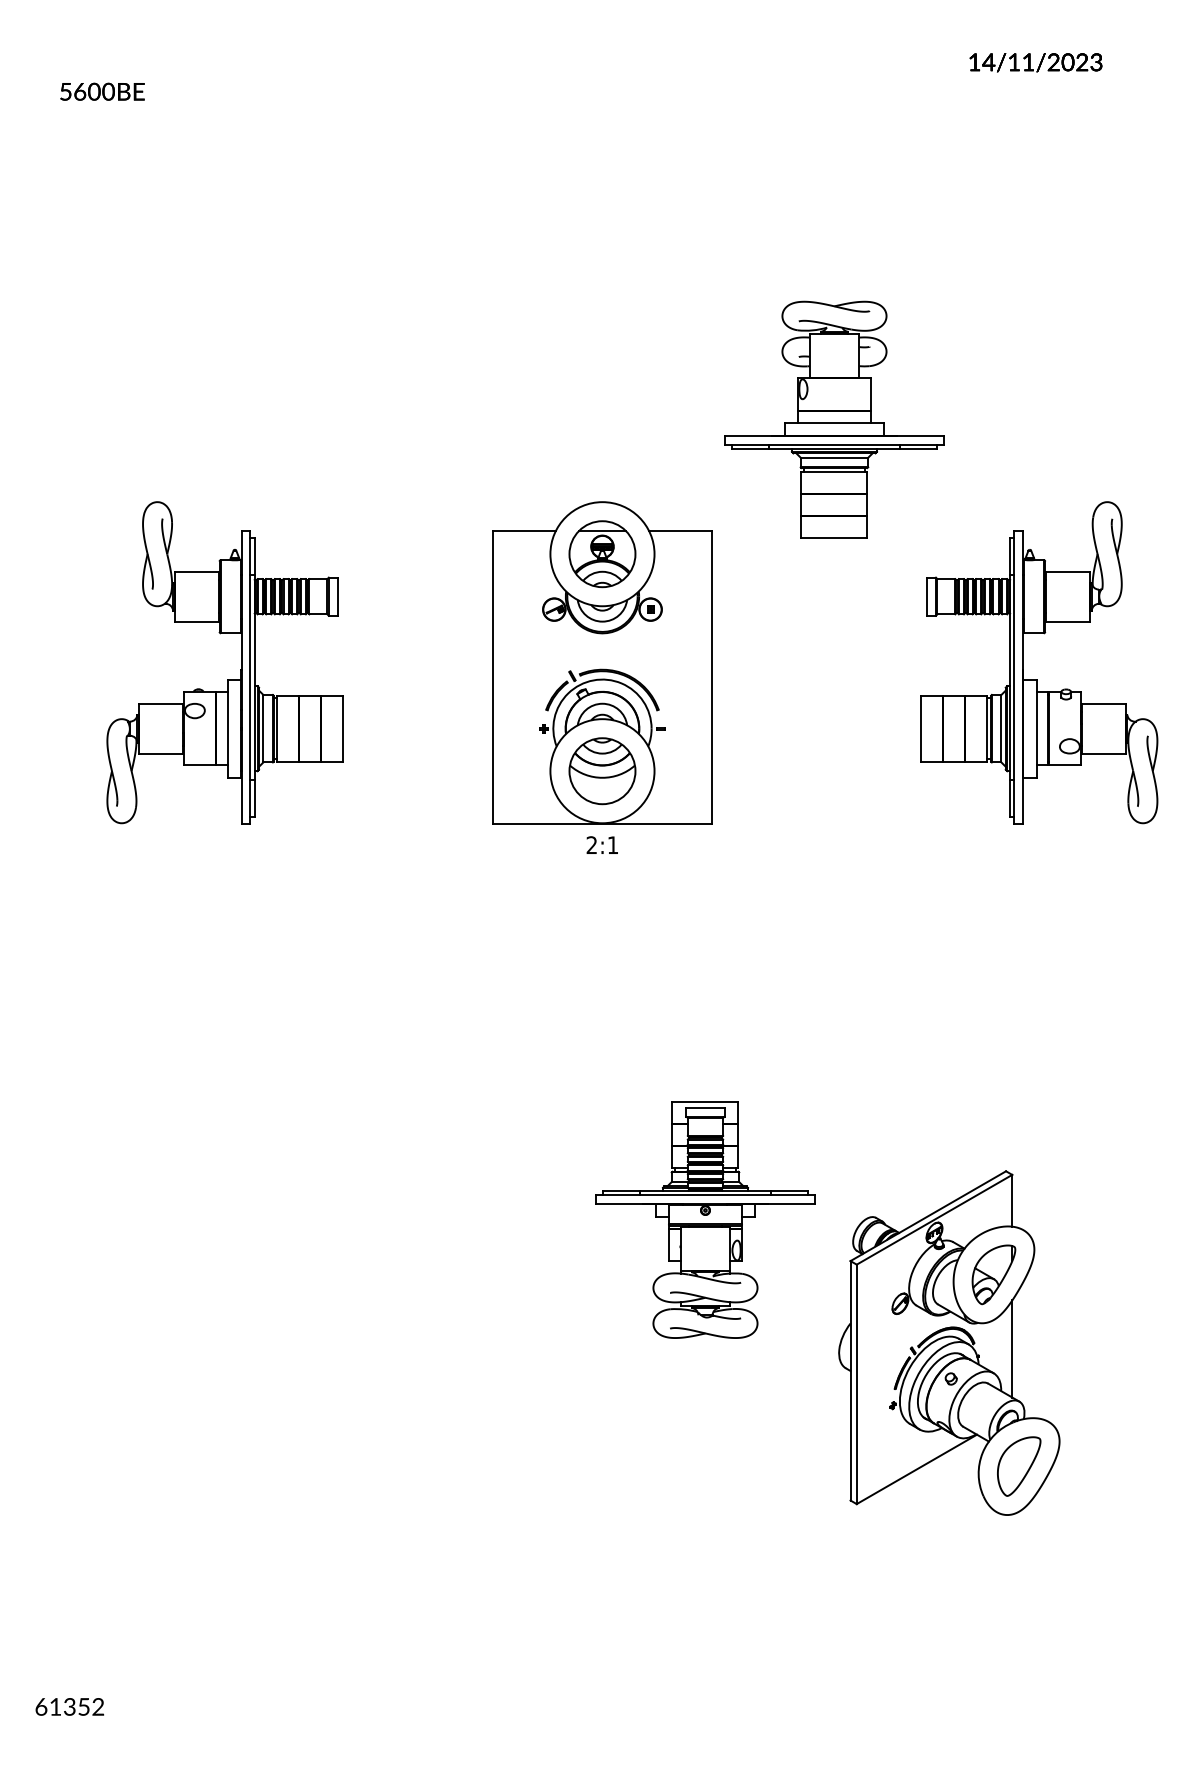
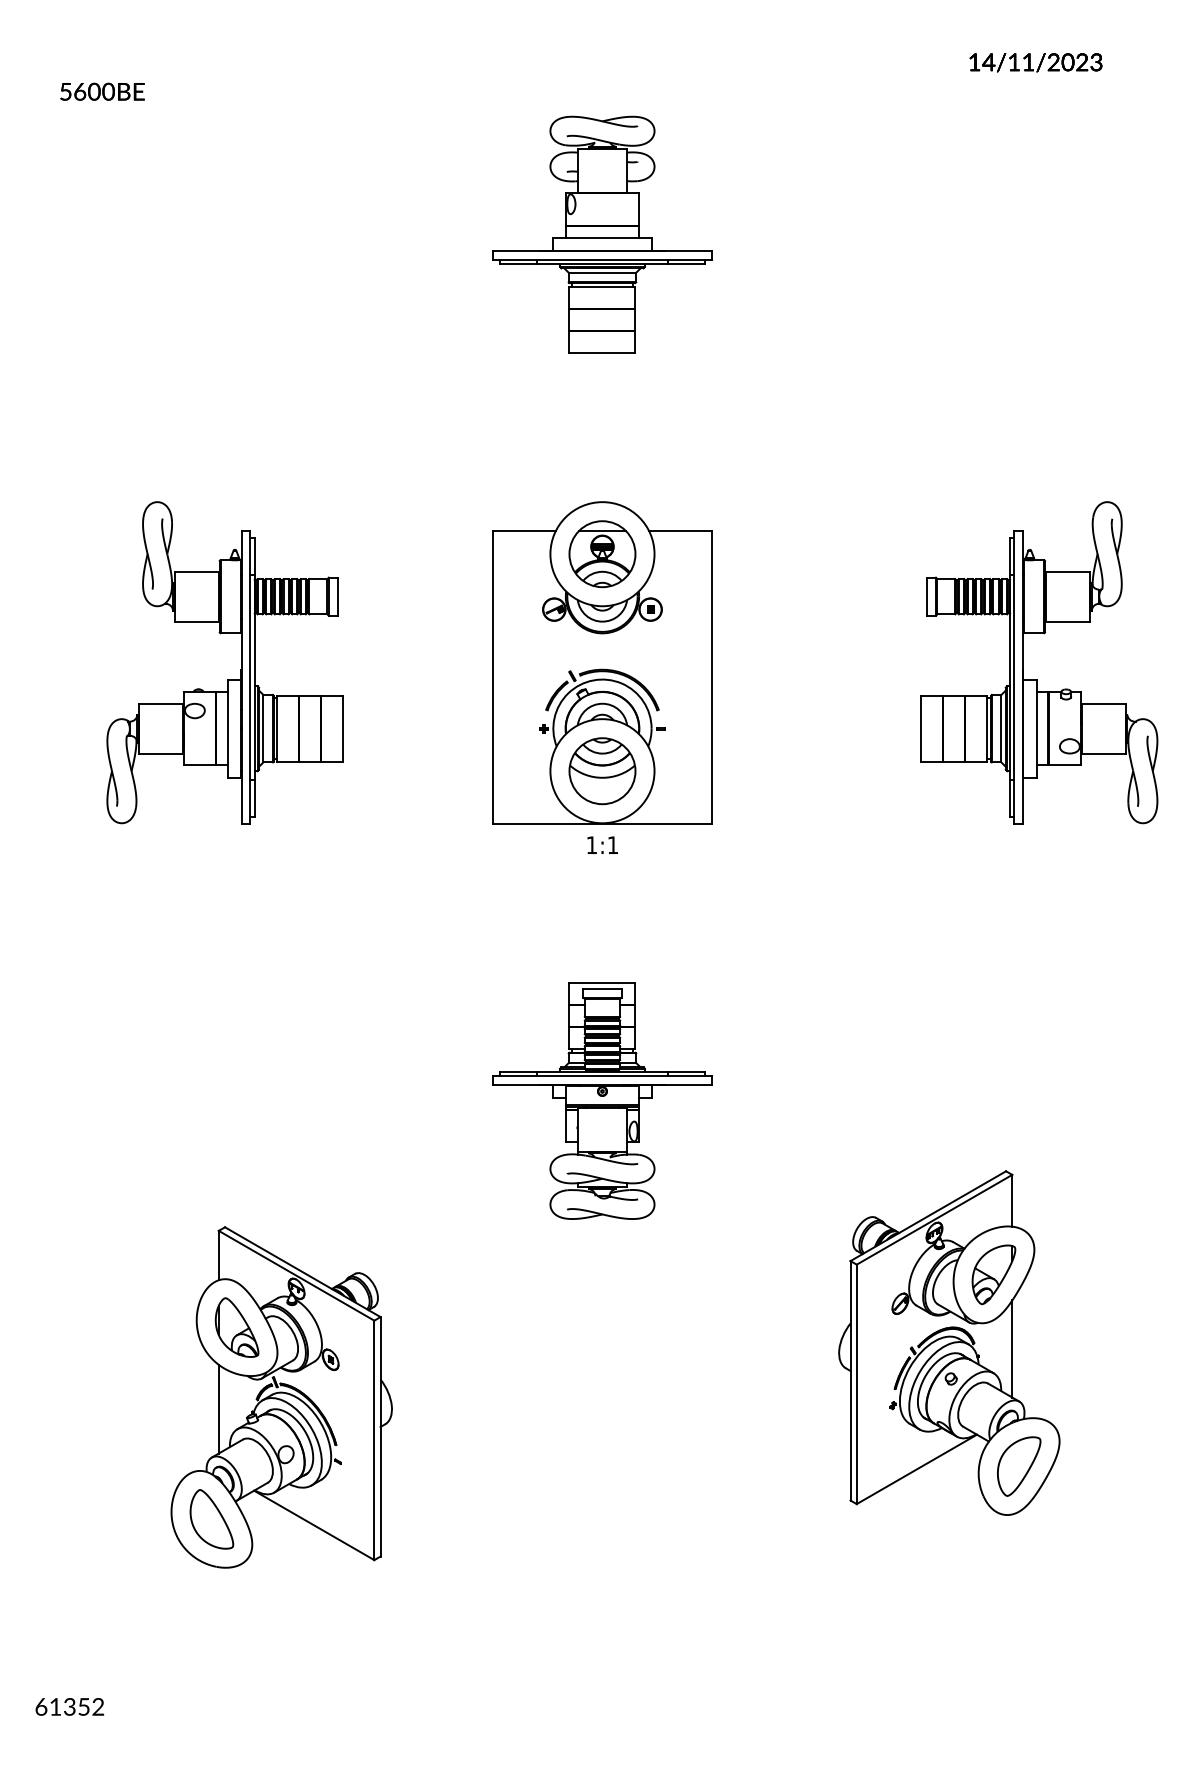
part at (834, 419) position: (834, 419) -> (602, 234)
text at (591, 844): 2:1 -> 1:1
part at (705, 1219) position: (705, 1219) -> (602, 1100)
part at (281, 1397): none -> present
